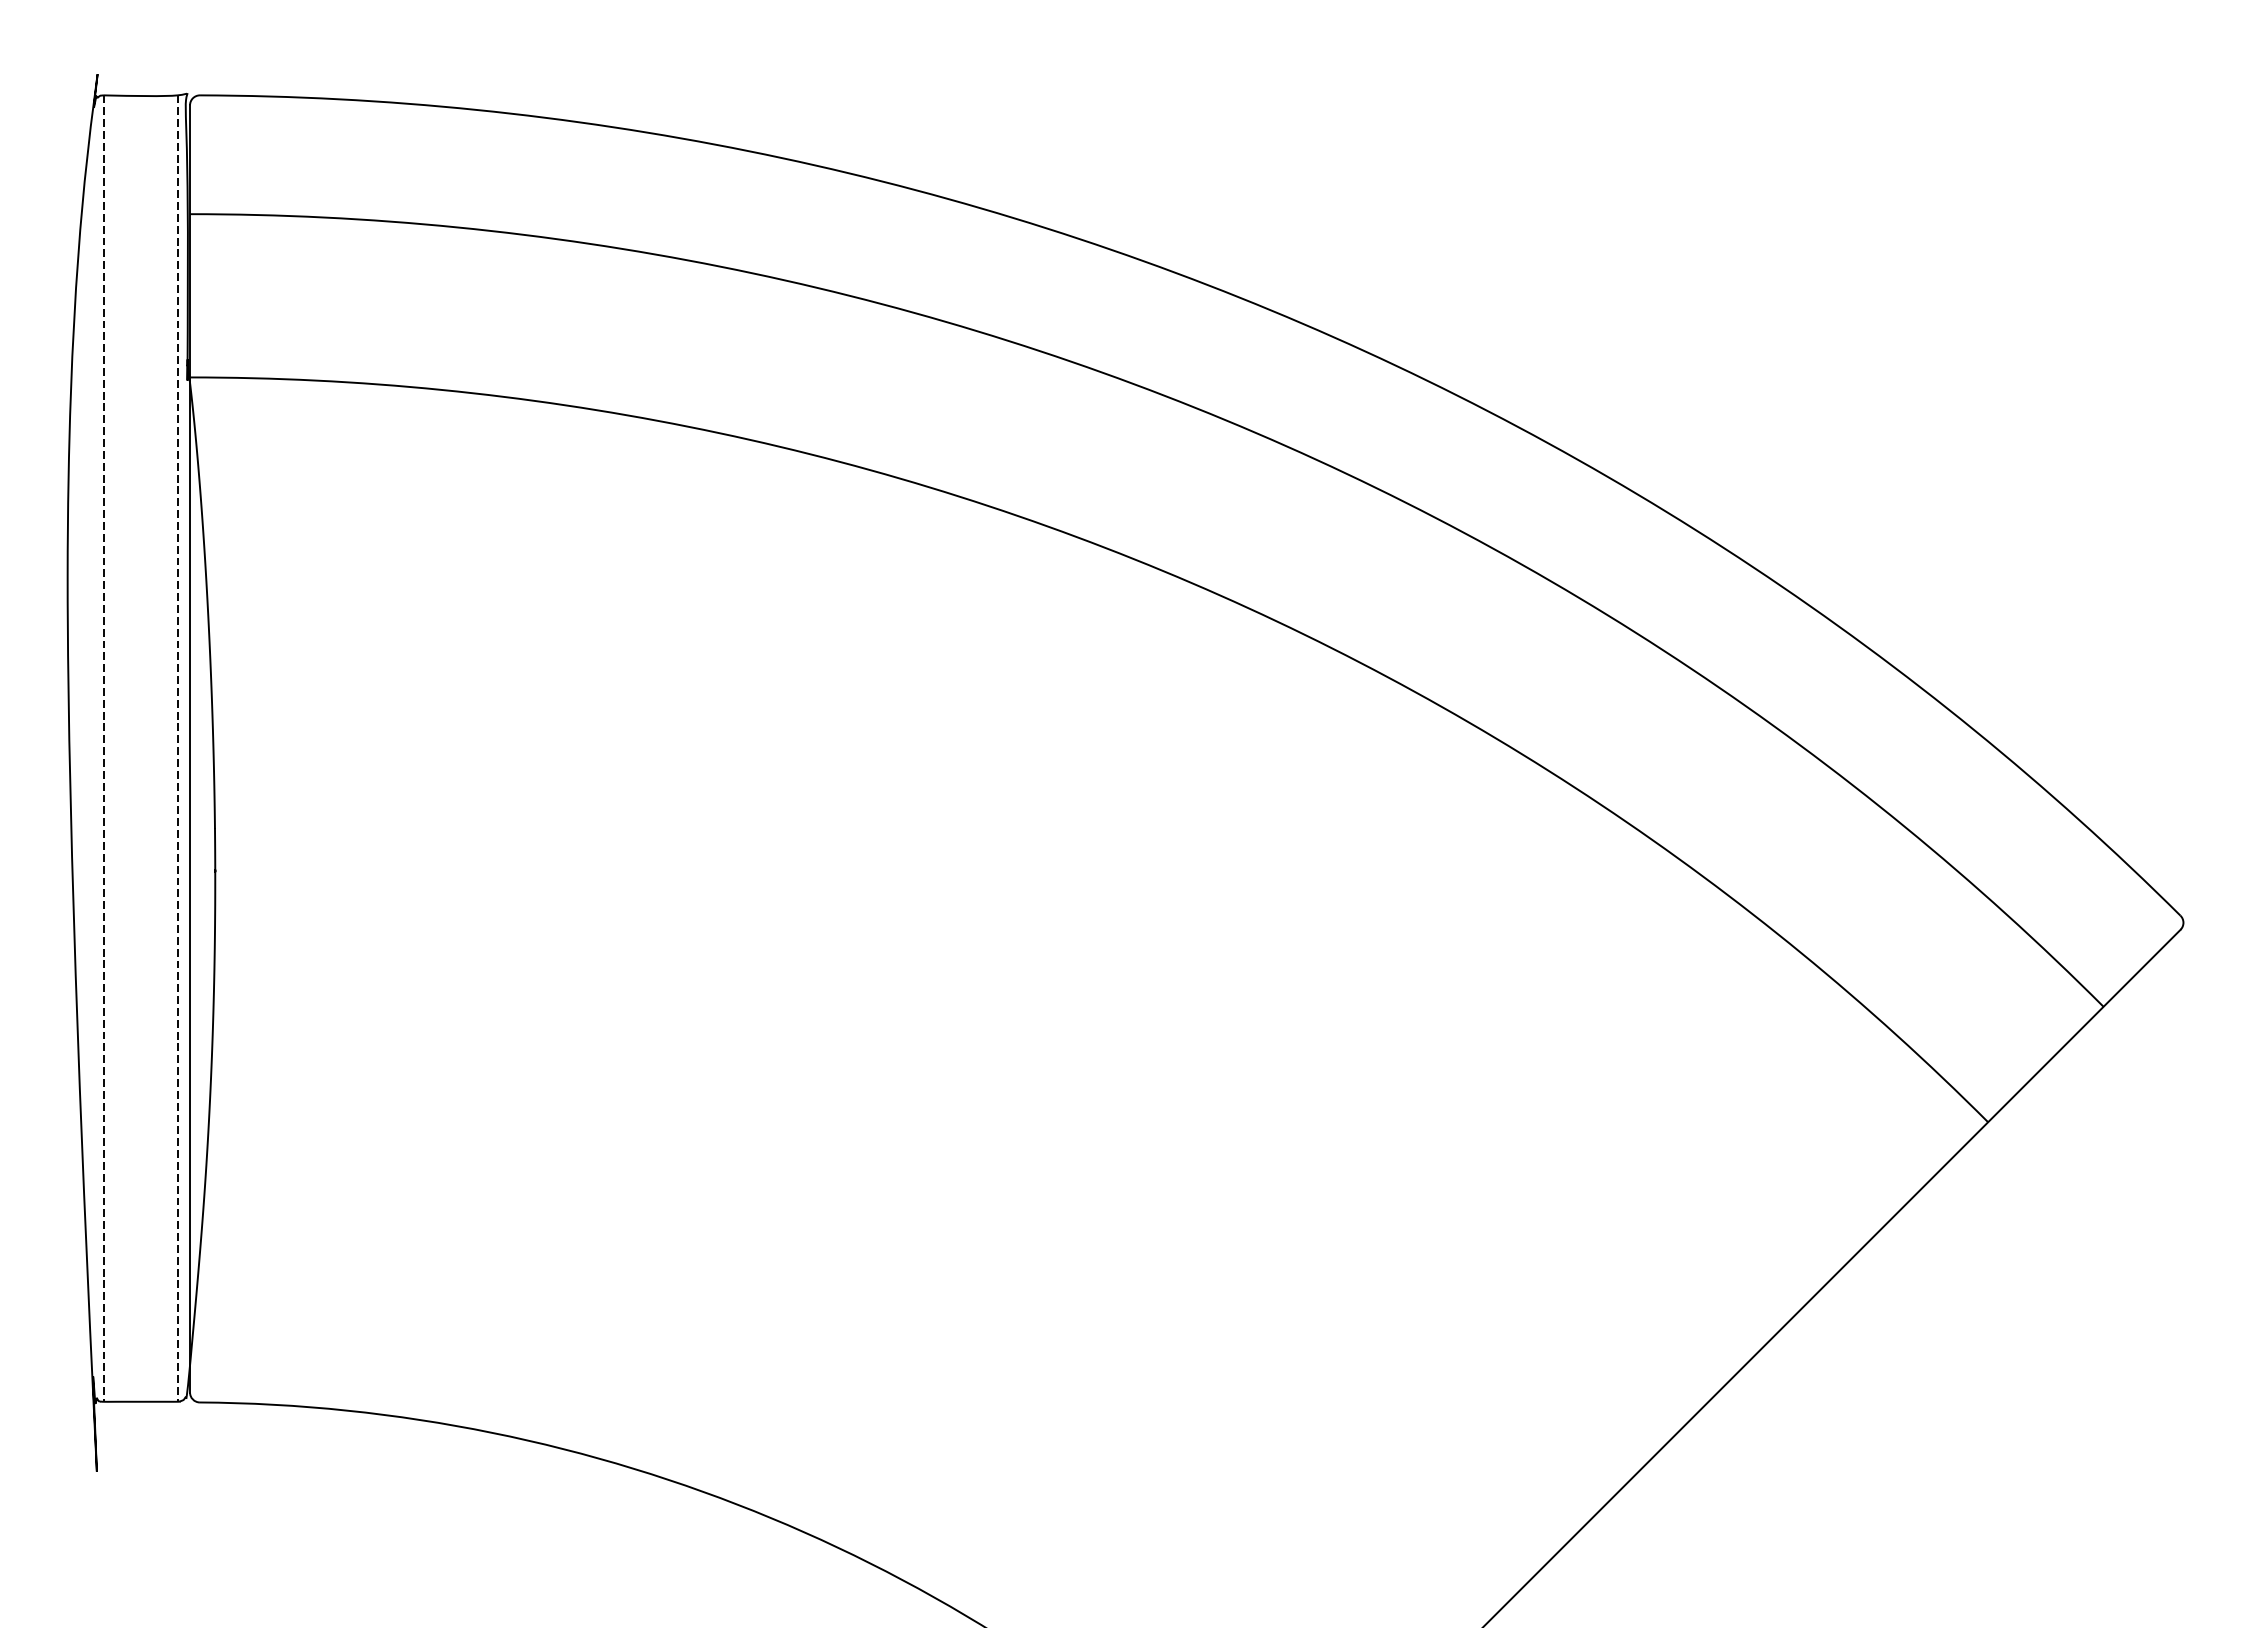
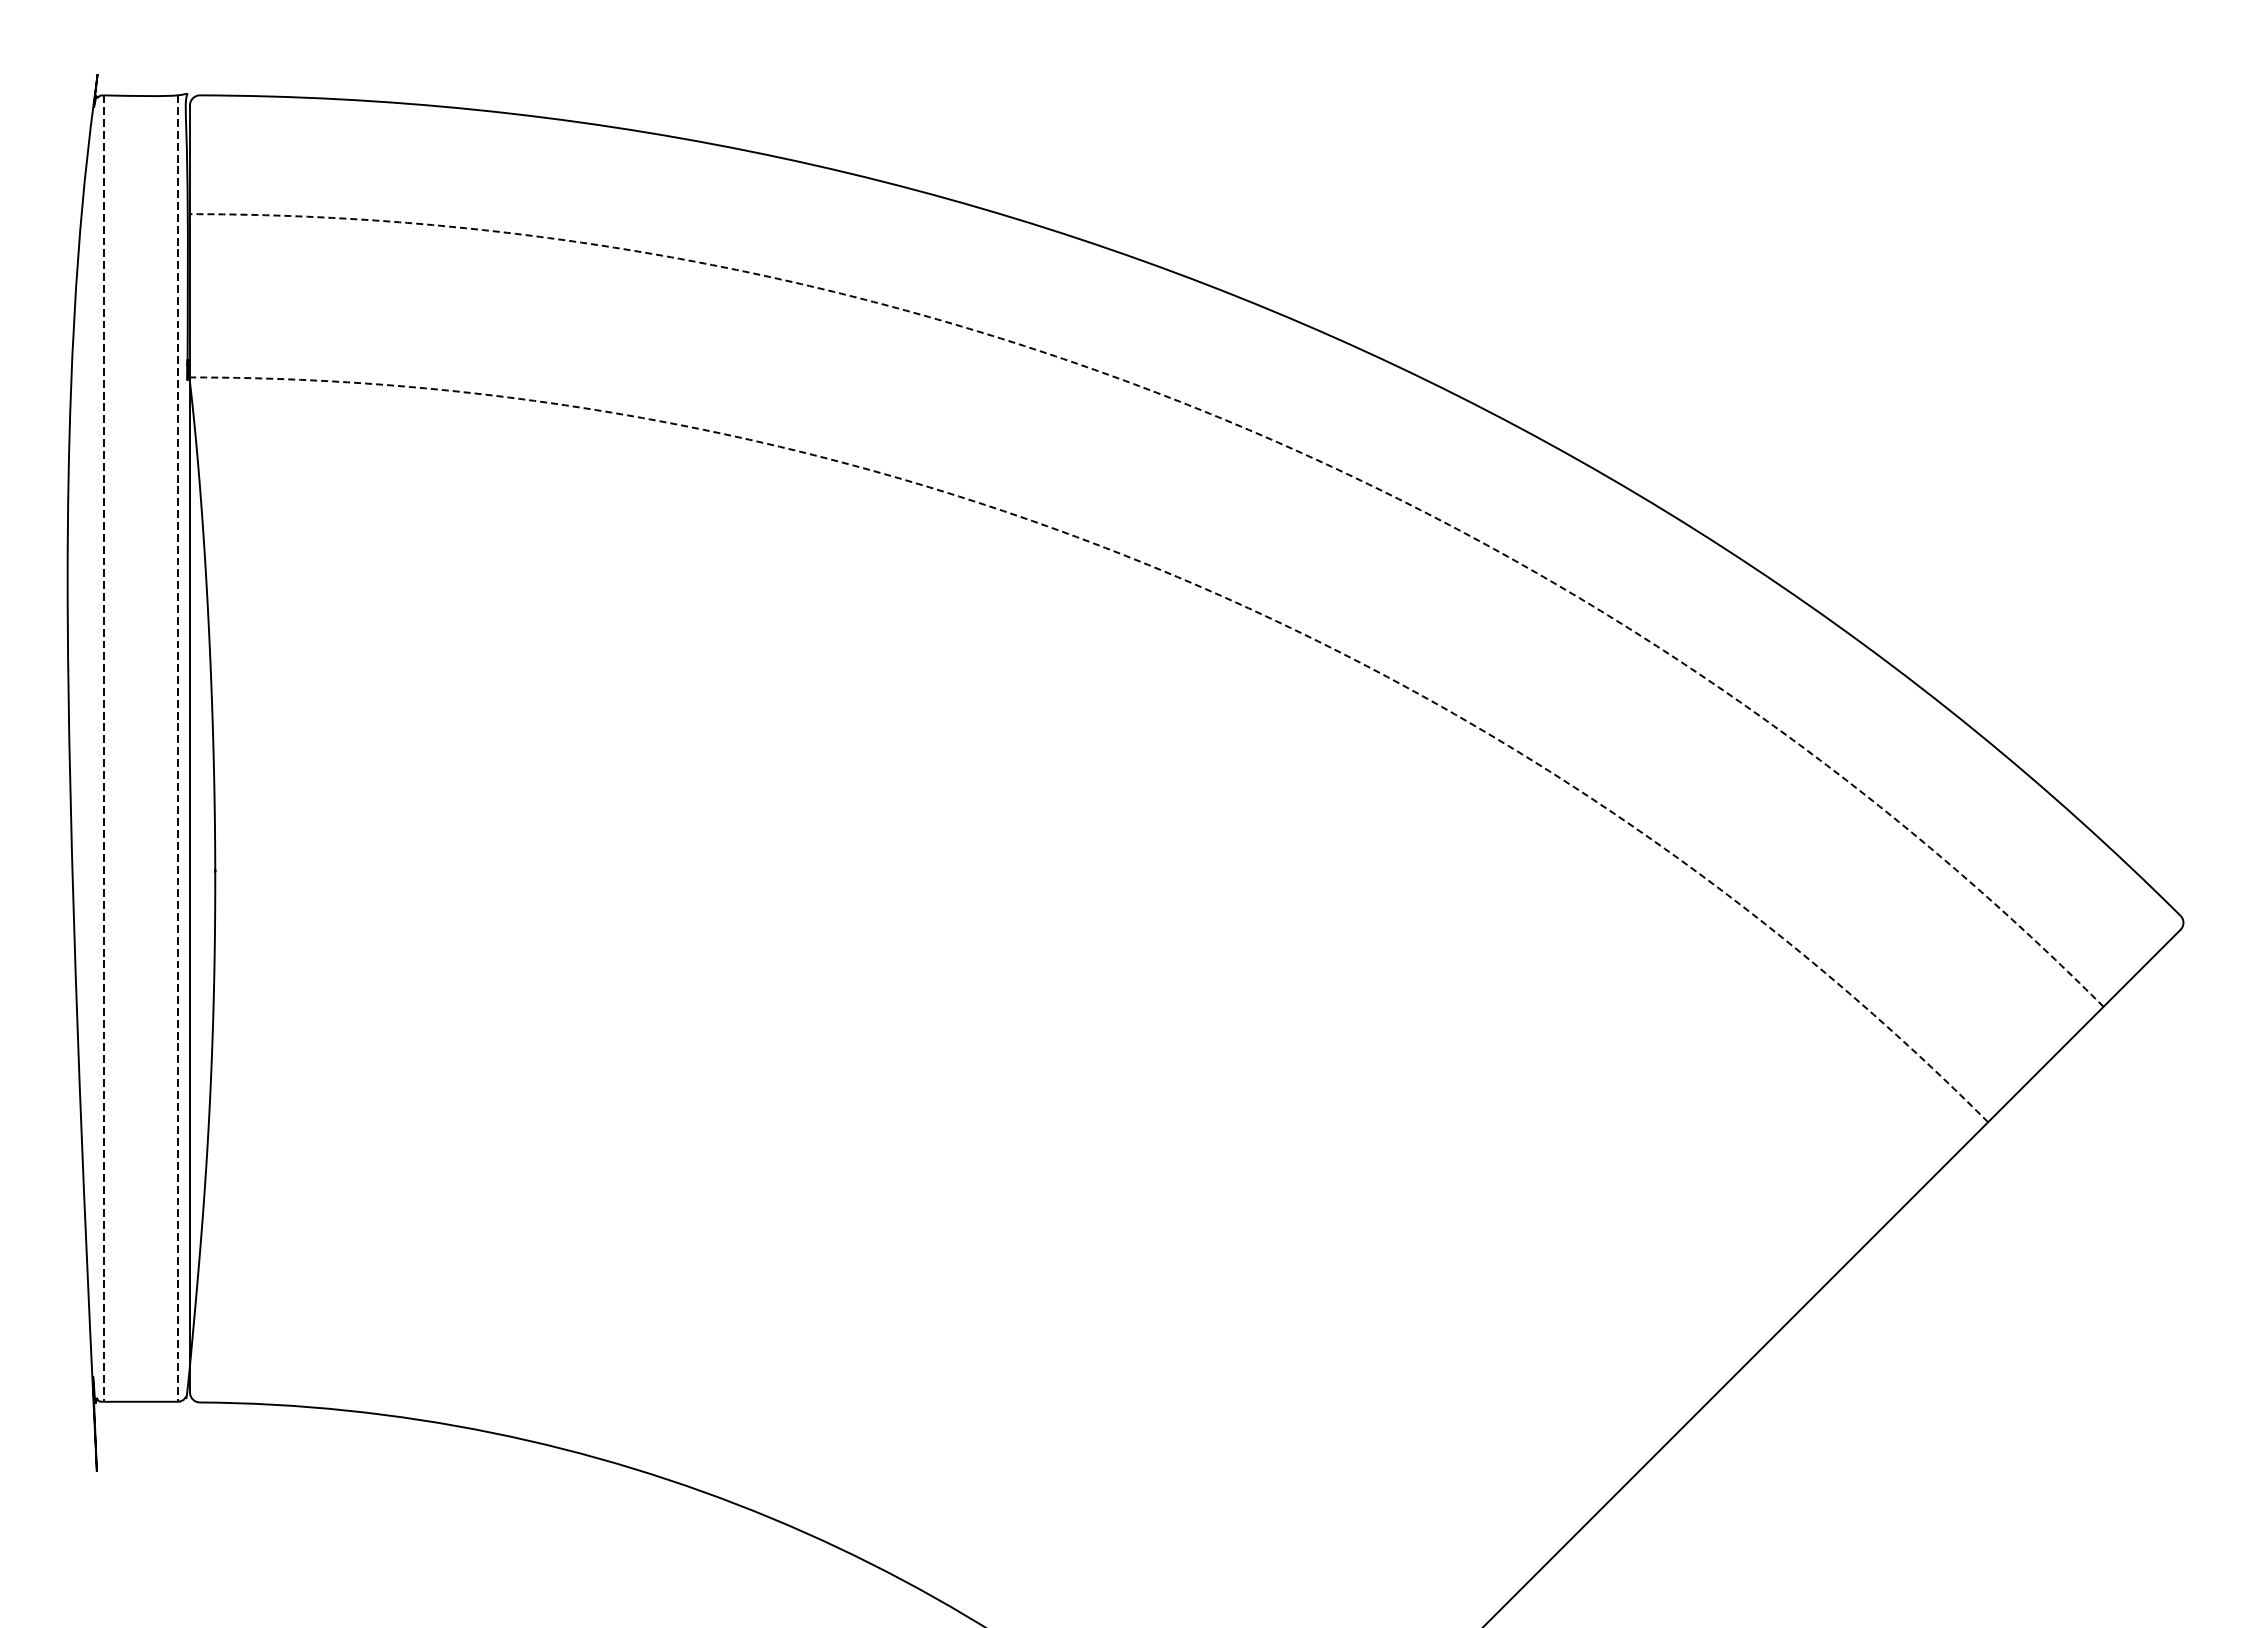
arc at (1225, 420): solid -> dashed
arc at (1163, 571): solid -> dashed
